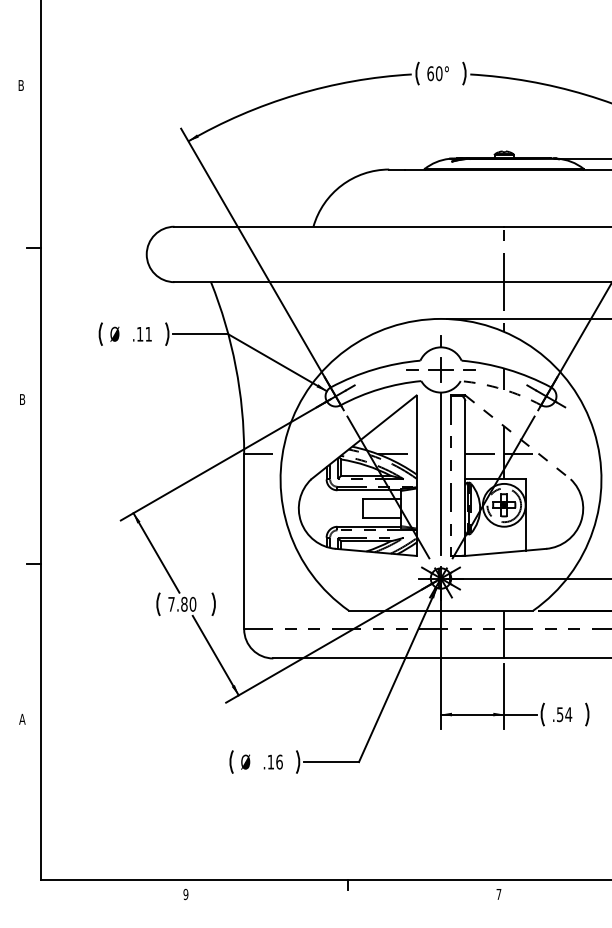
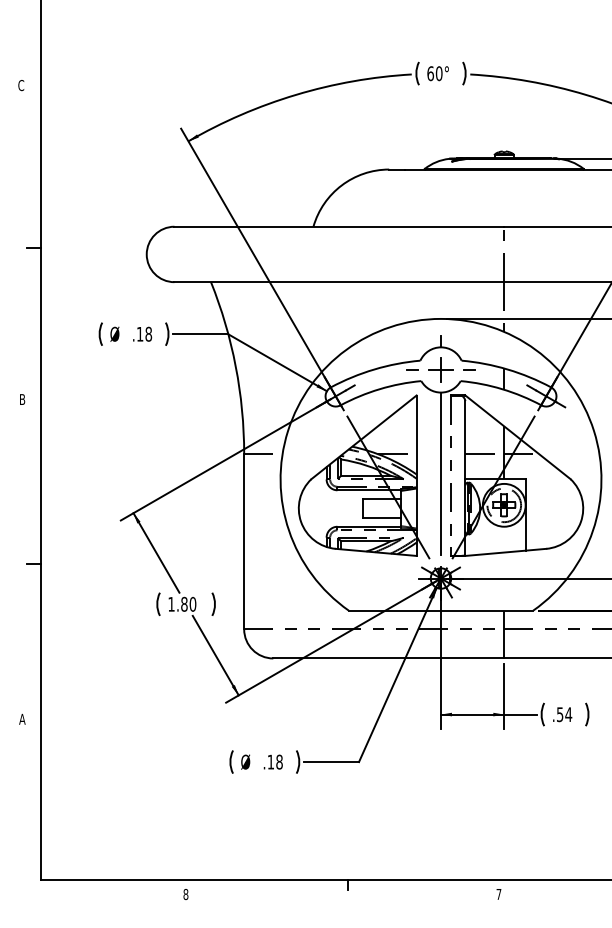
text at (21, 85): B -> C
text at (148, 333): .11 -> .18
arc at (502, 389): dashed -> solid
line at (518, 437): dashed -> solid
text at (171, 604): 7.80 -> 1.80
text at (279, 761): .16 -> .18
text at (185, 894): 9 -> 8
